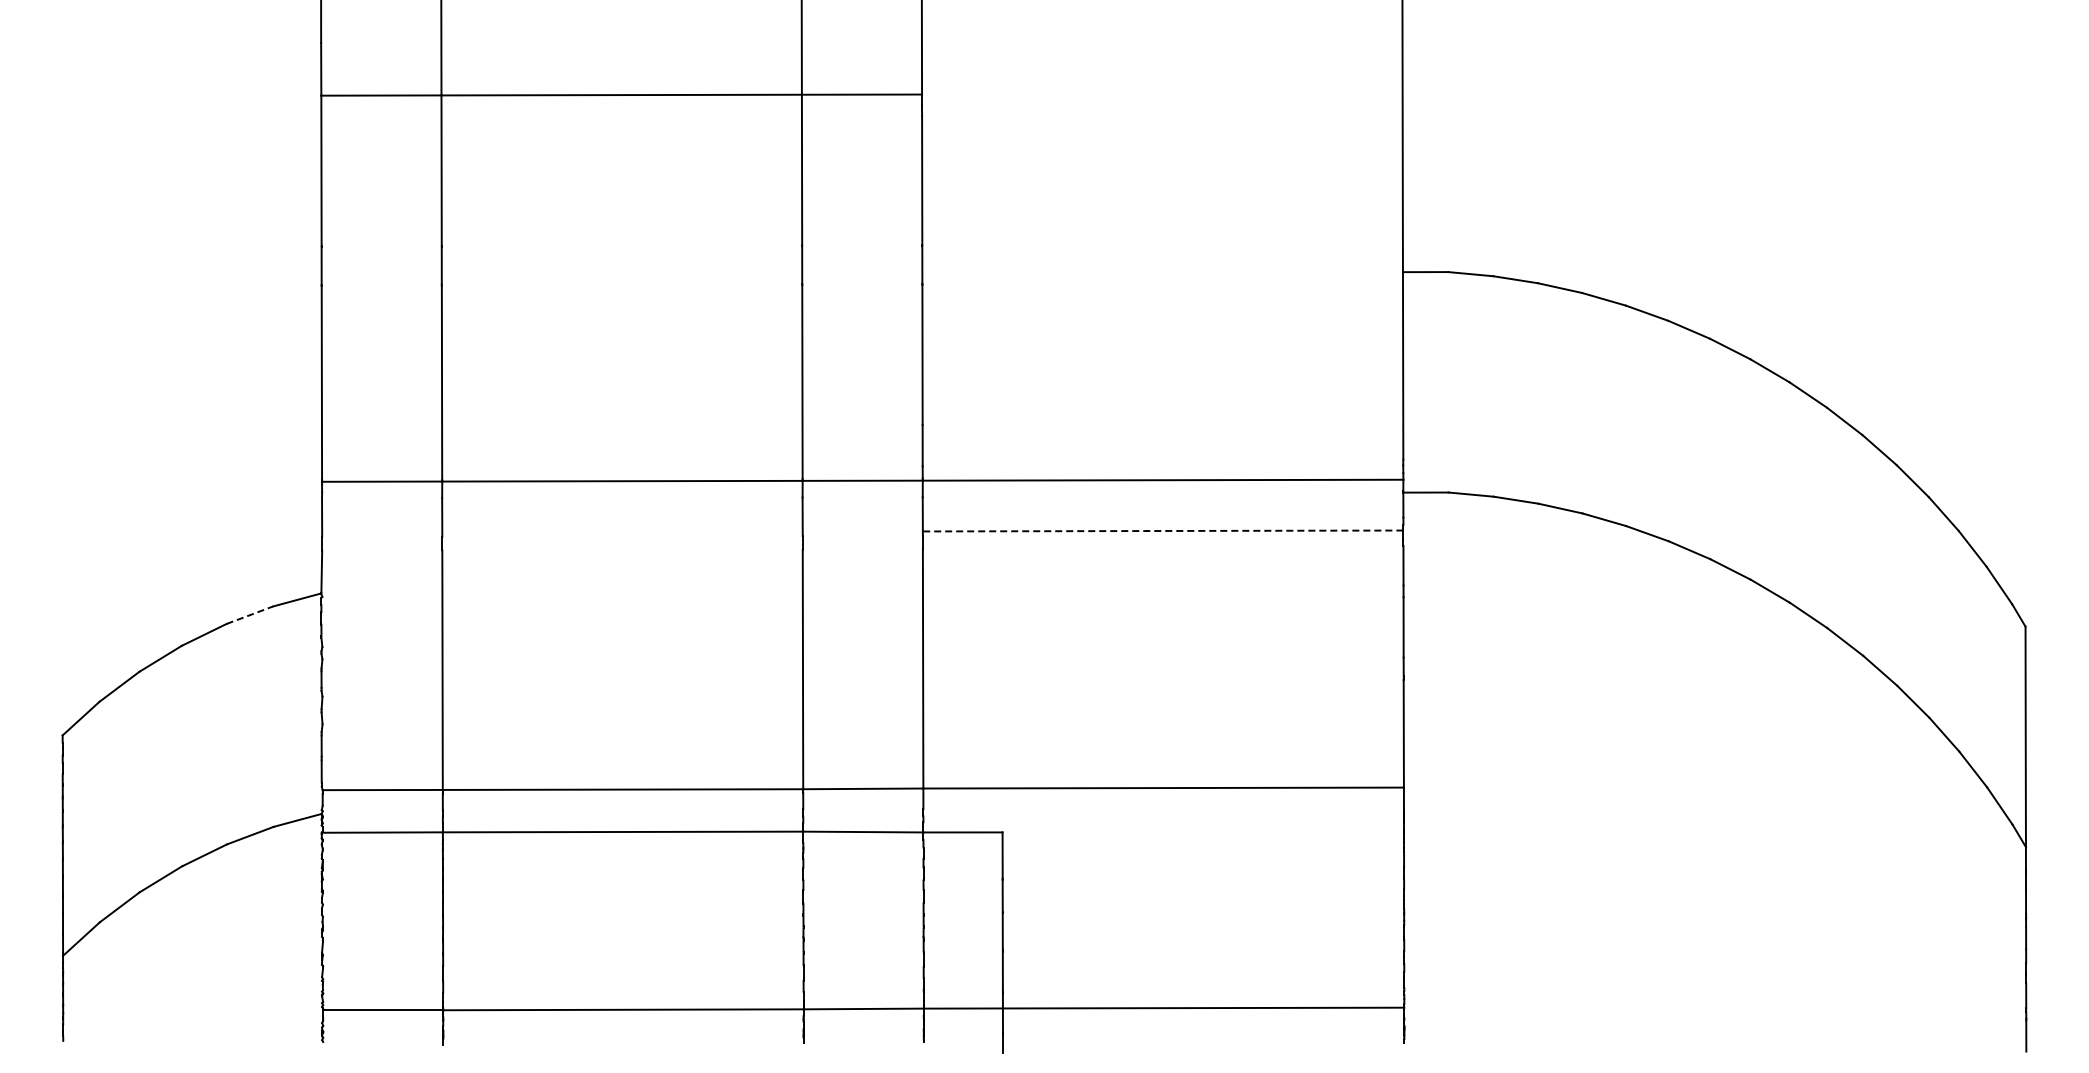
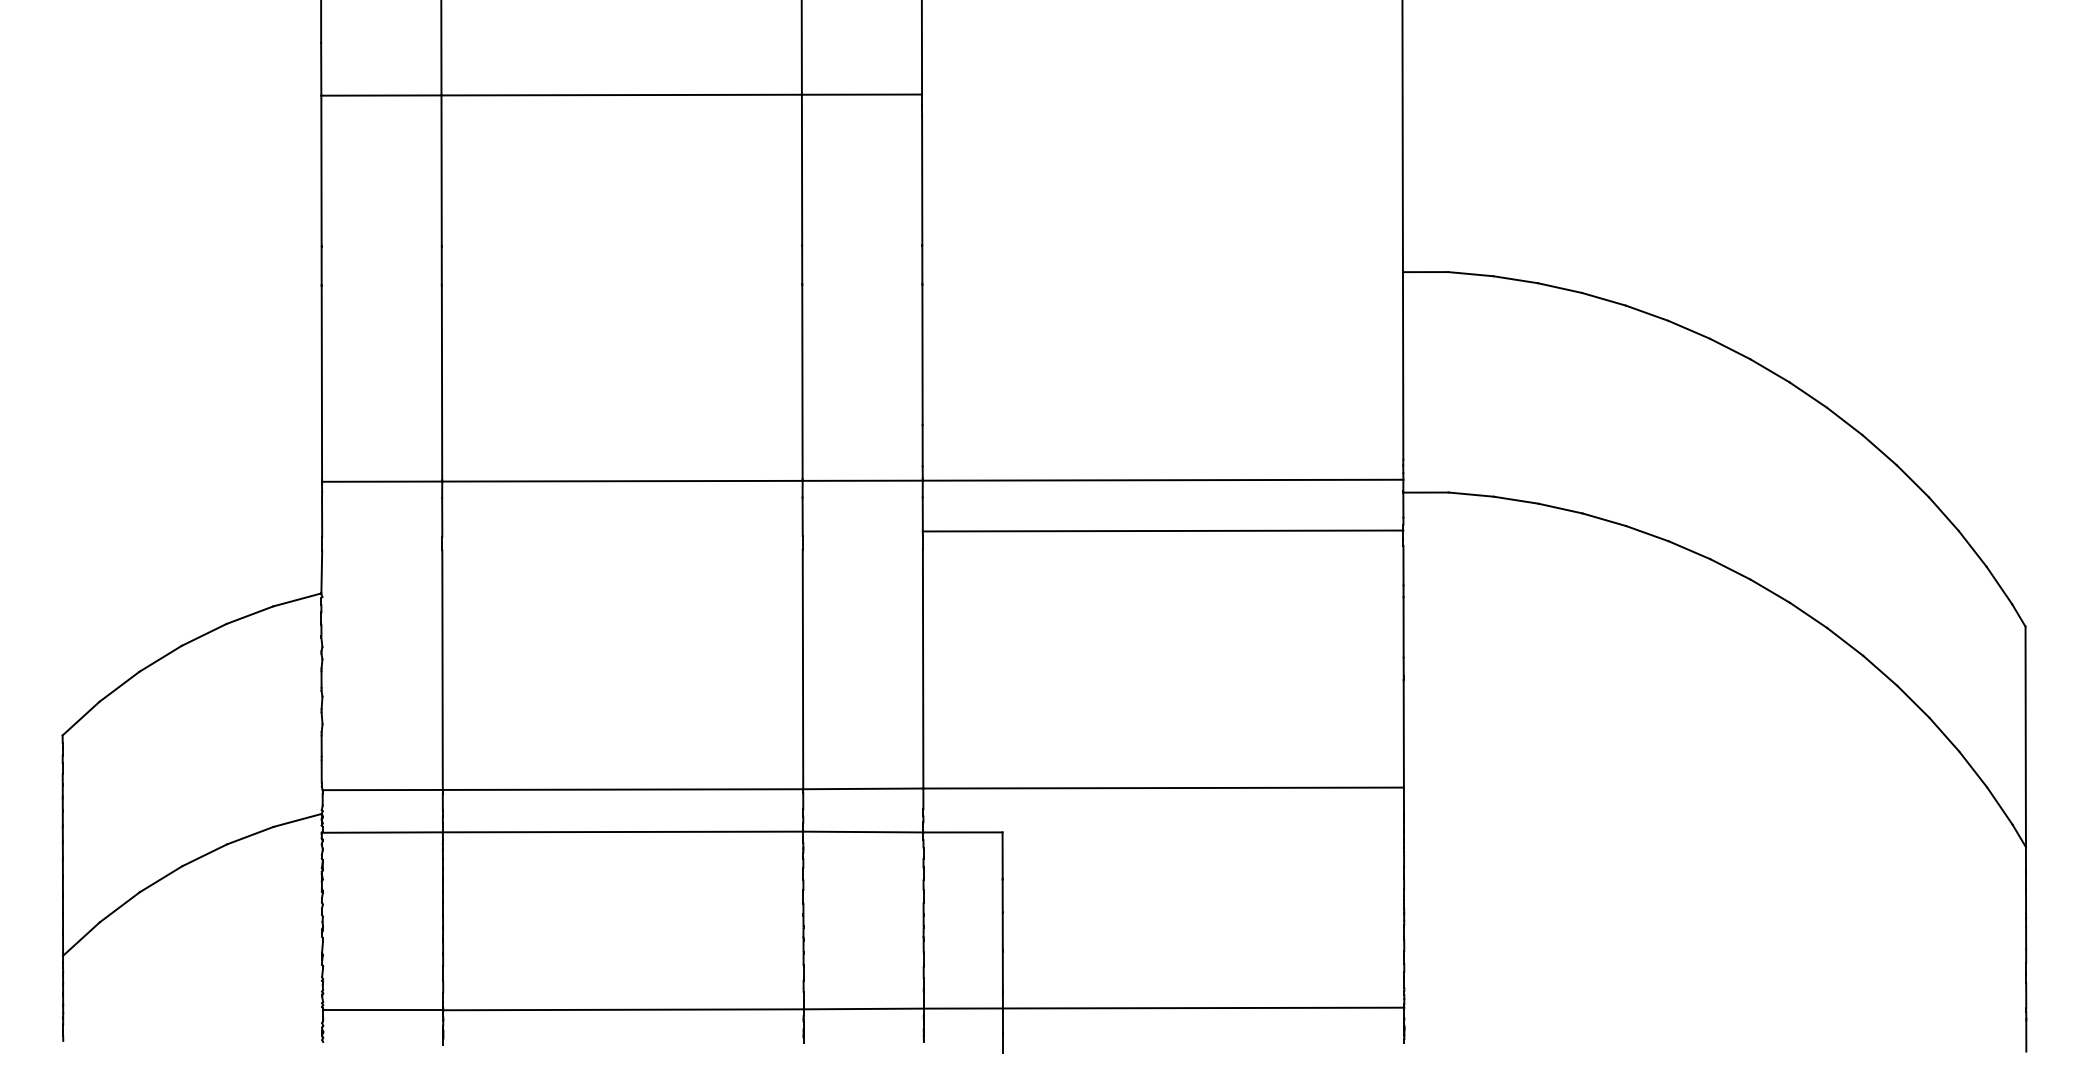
line at (1162, 531): dashed -> solid
line at (249, 615): dashed -> solid
